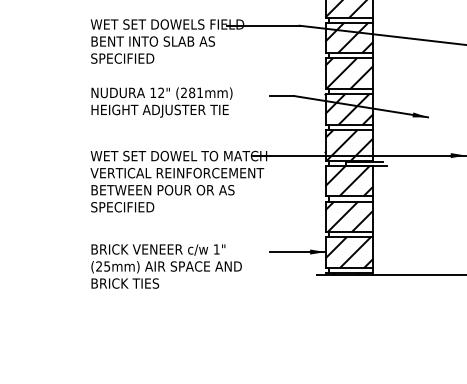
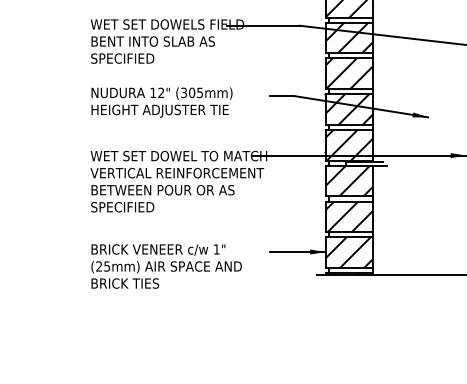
text at (191, 92): (281mm) -> (305mm)
